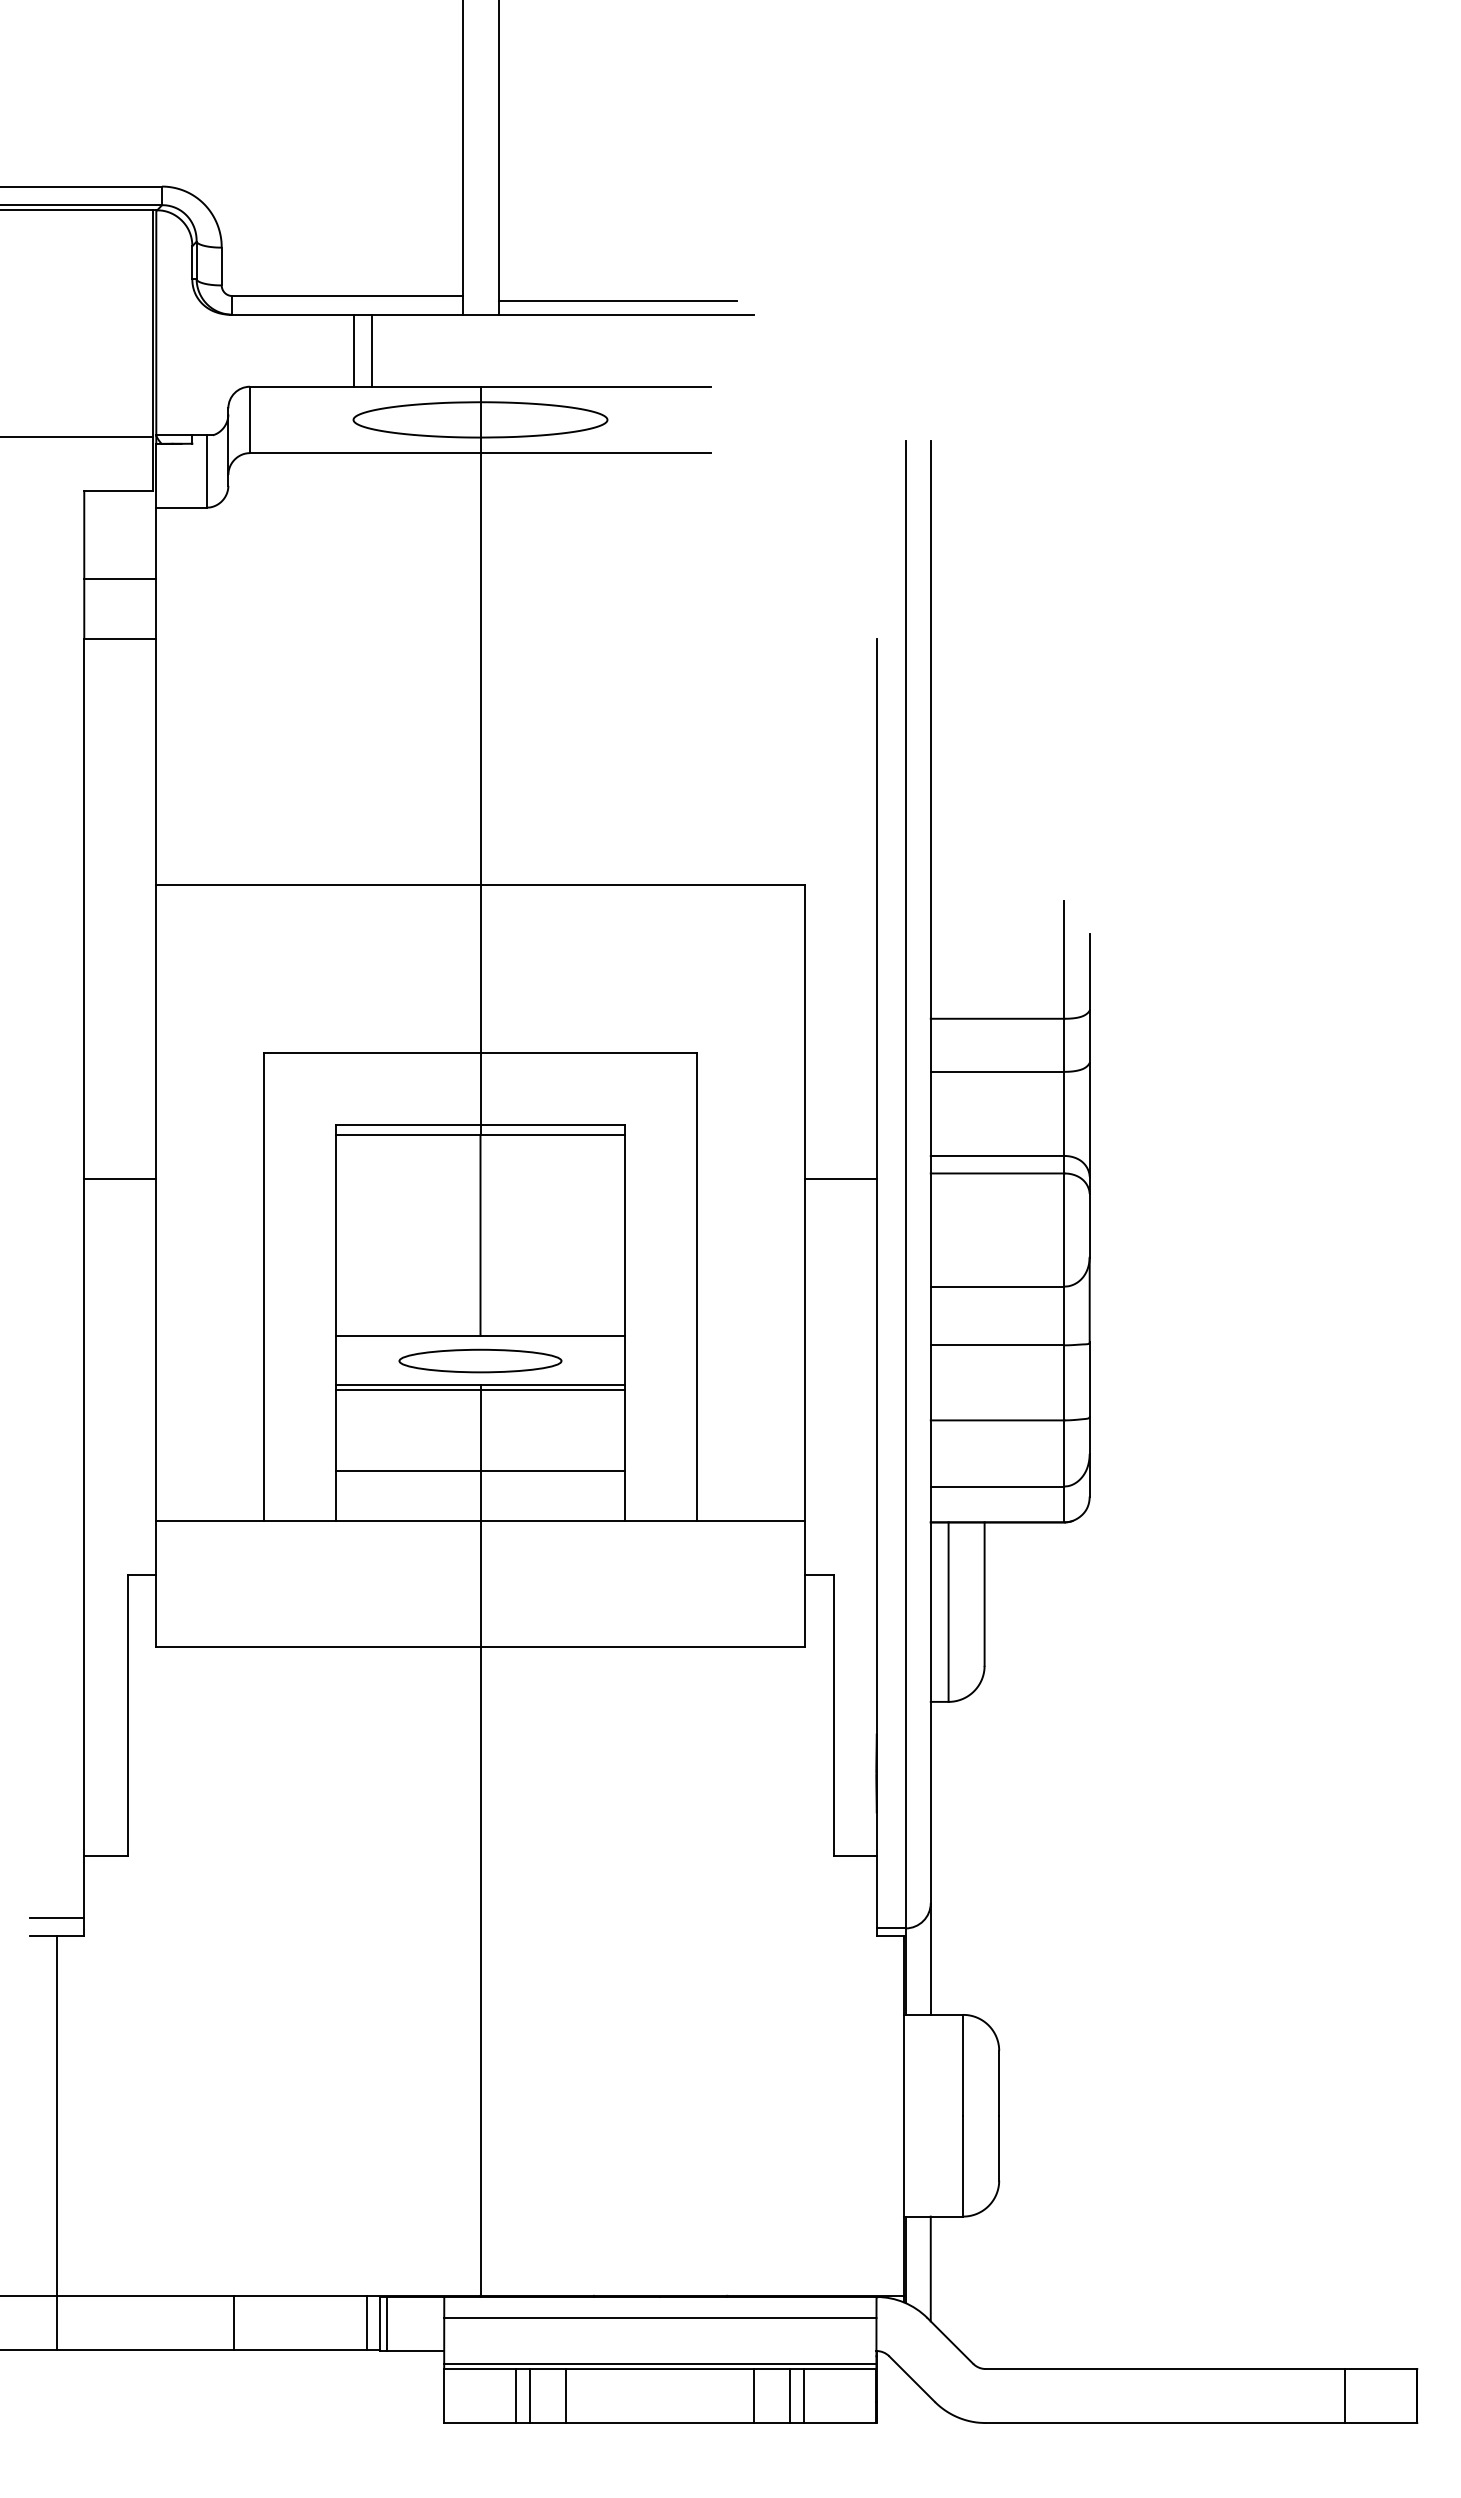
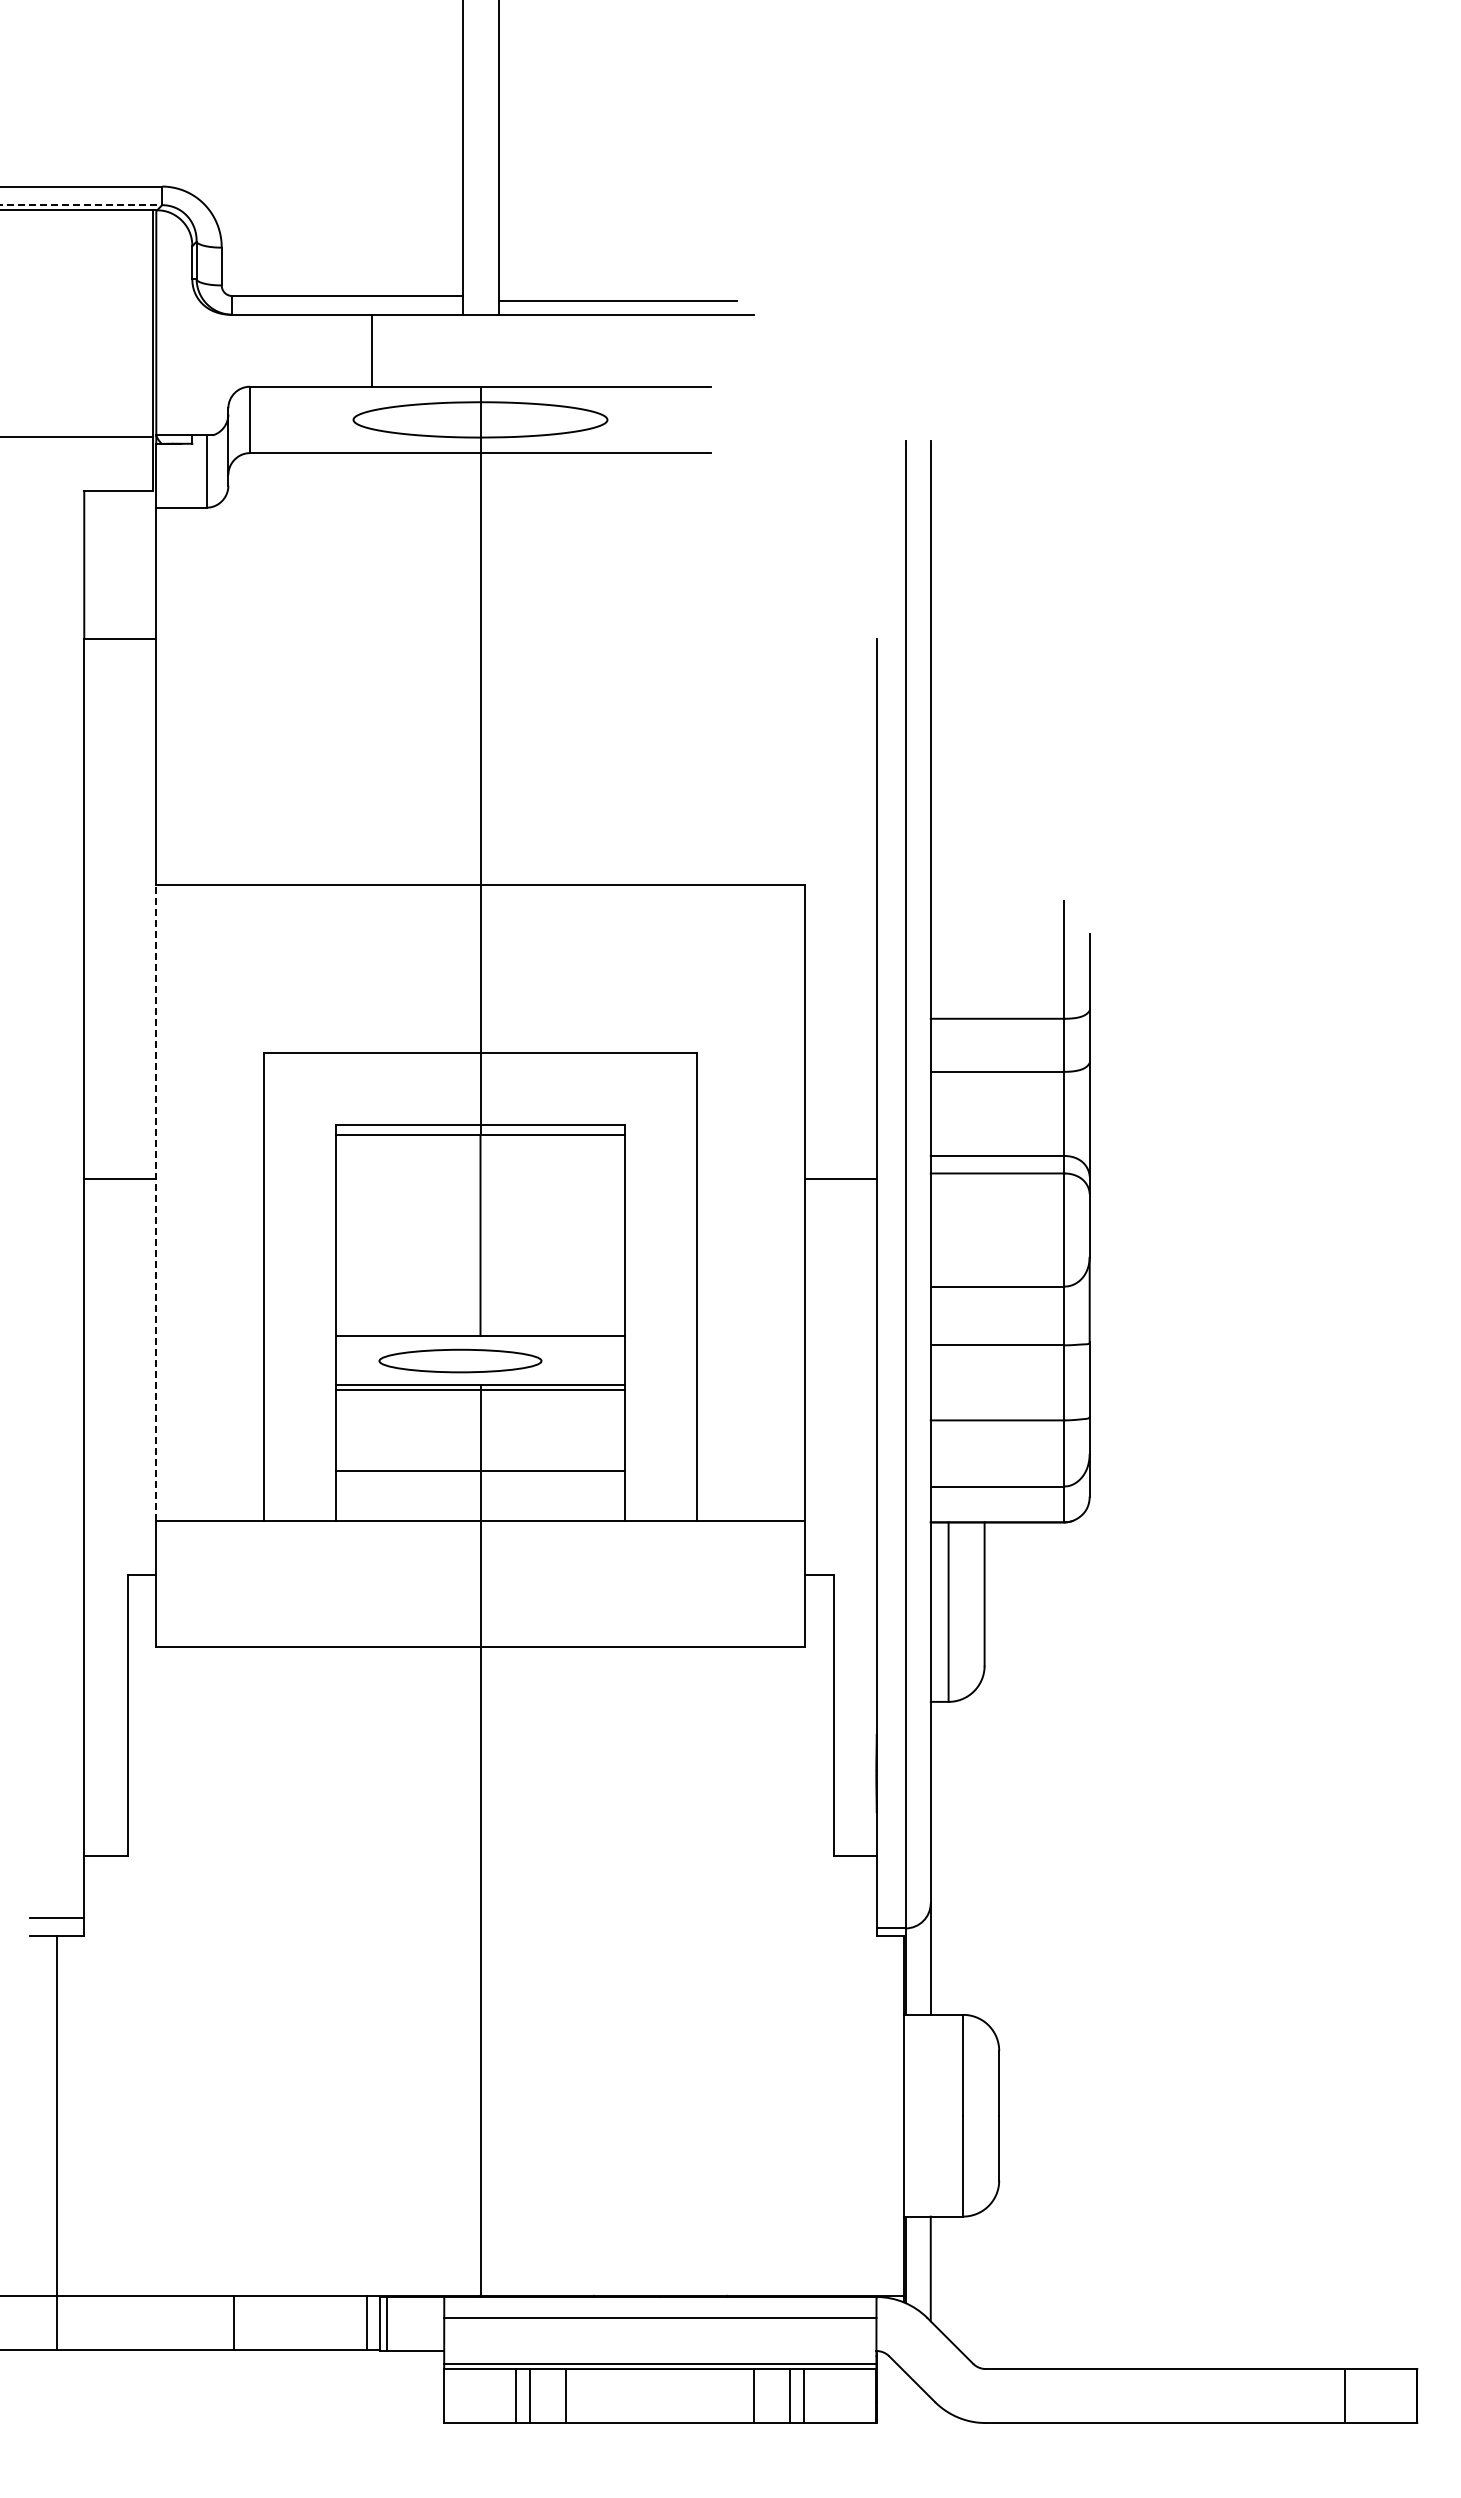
line at (81, 205): solid -> dashed
line at (354, 350): present -> none
line at (120, 579): present -> none
line at (156, 1203): solid -> dashed
part at (480, 1360) position: (480, 1360) -> (460, 1360)
